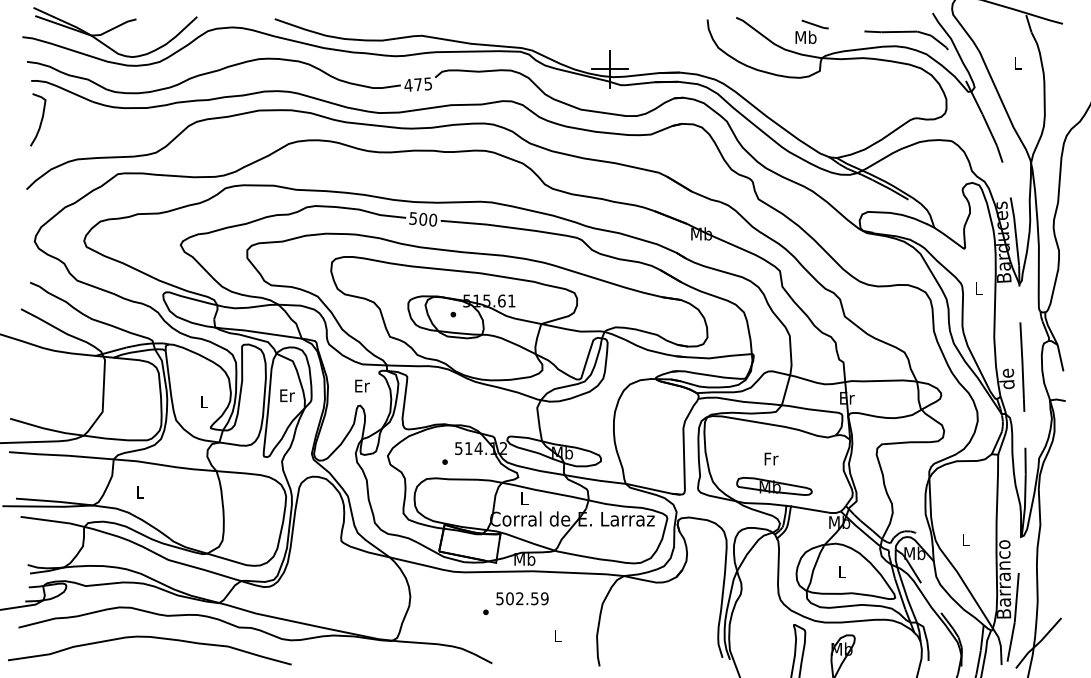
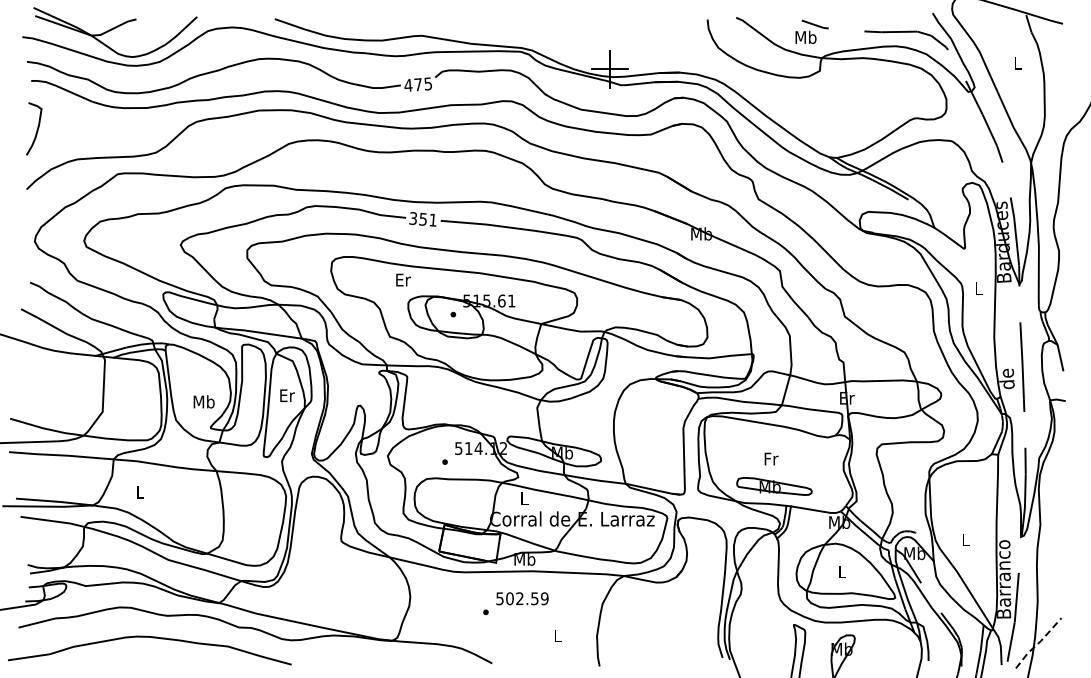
curve at (40, 120) position: (40, 120) -> (36, 129)
text at (423, 219): 500 -> 351
text at (362, 385) position: (362, 385) -> (403, 279)
text at (203, 401): L -> Mb
line at (1038, 643): solid -> dashed
